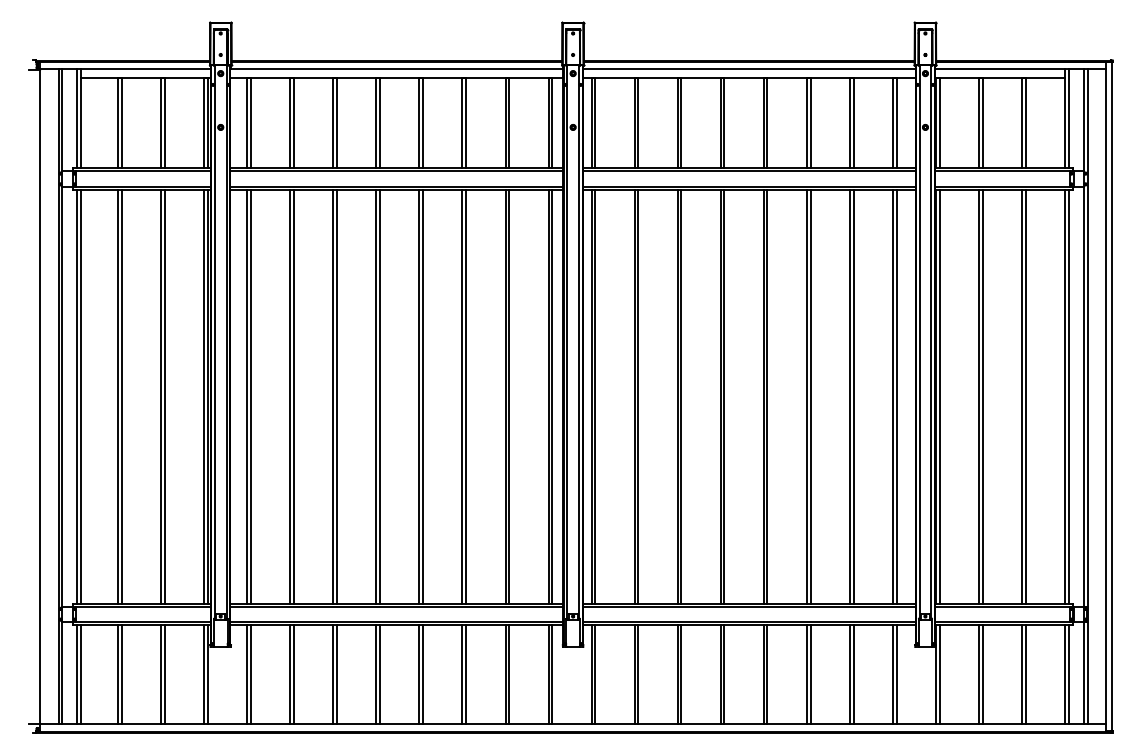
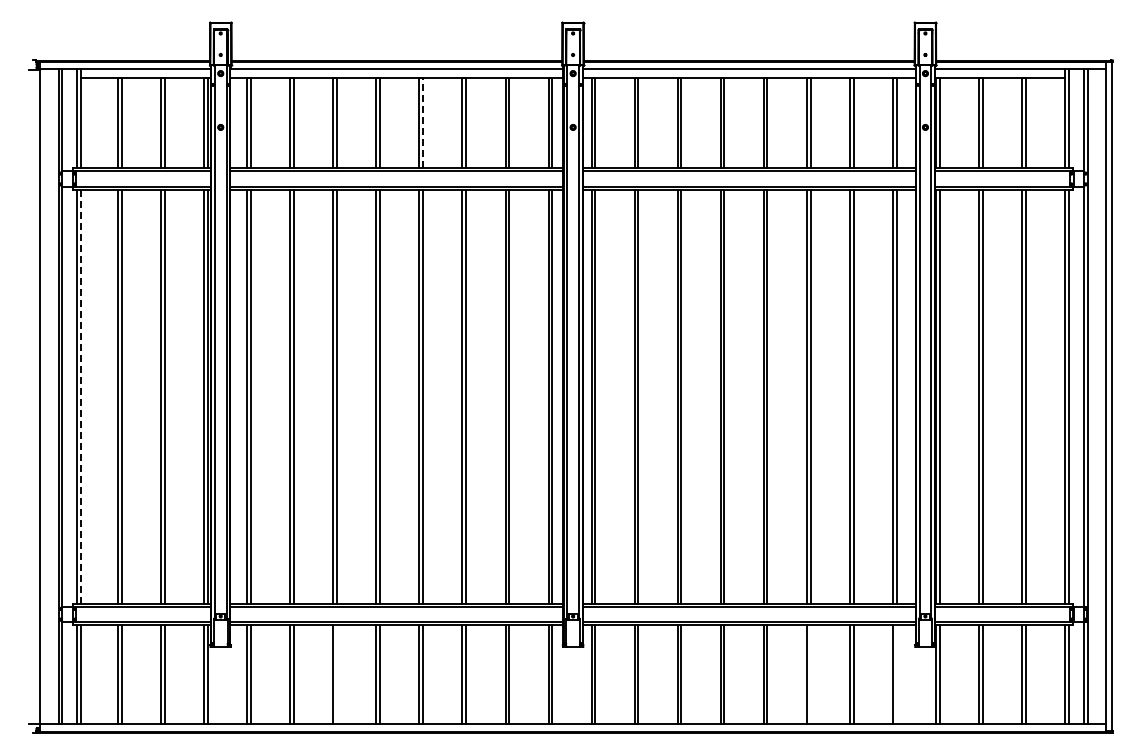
line at (423, 123): solid -> dashed
line at (81, 396): solid -> dashed
line at (336, 674): present -> none
line at (810, 674): present -> none
line at (896, 674): present -> none
